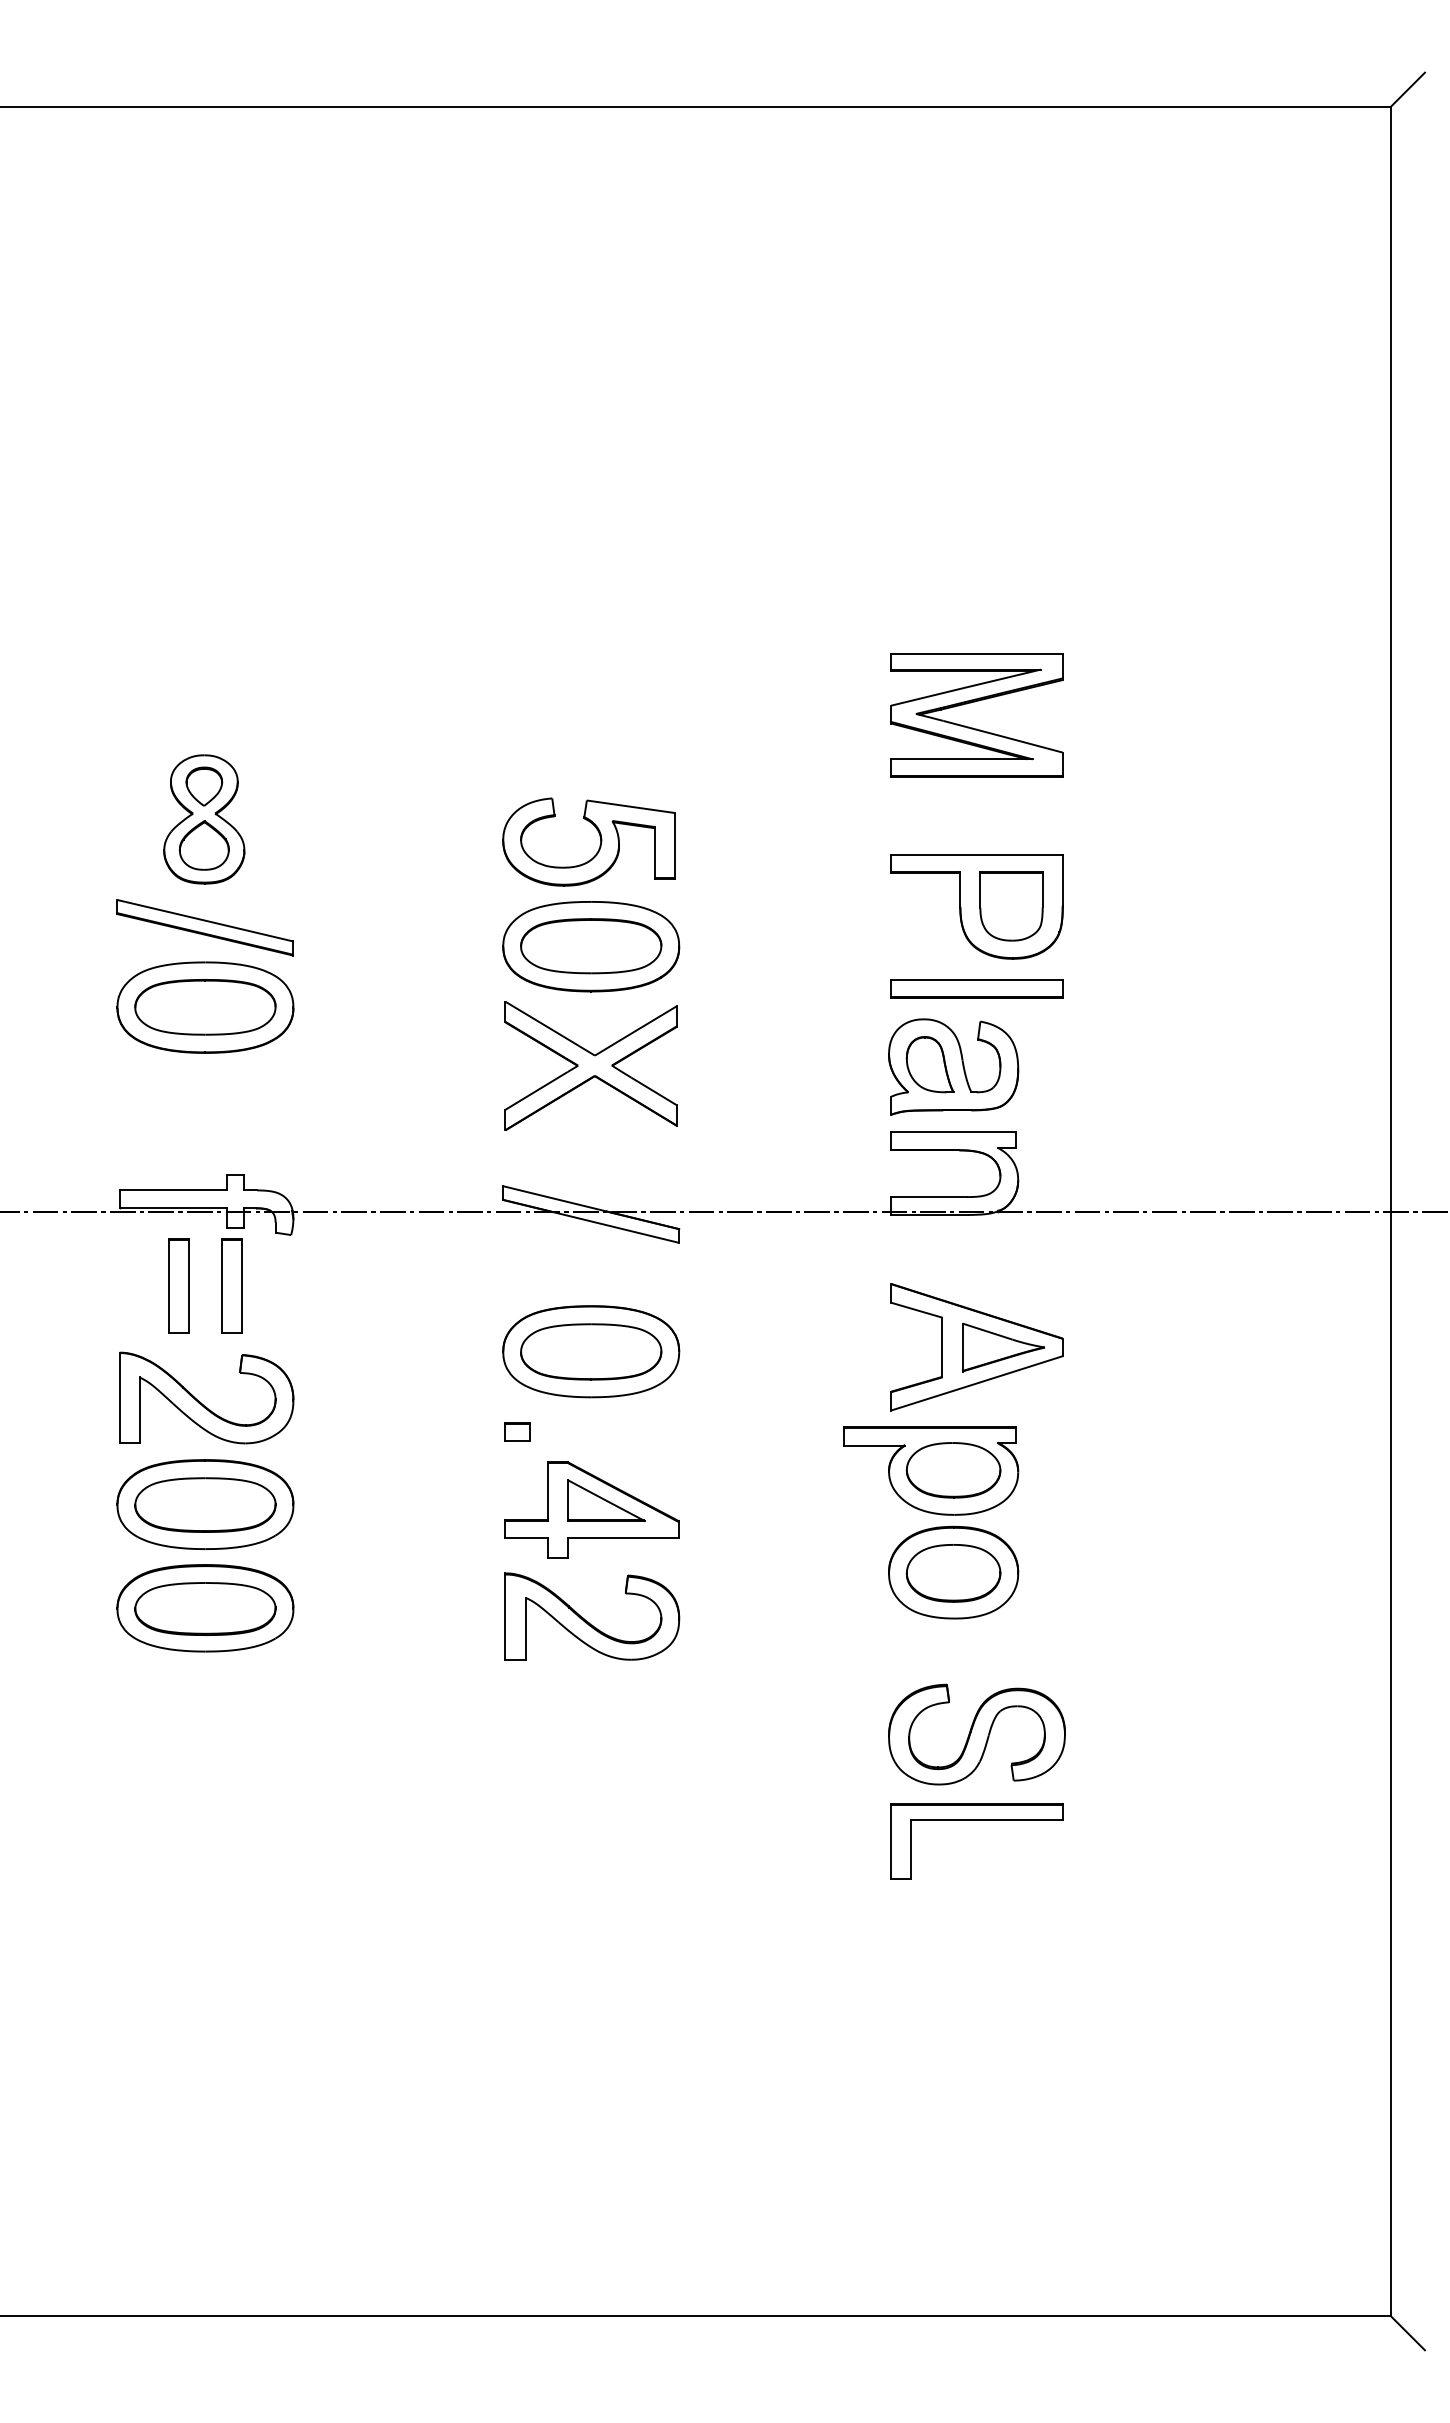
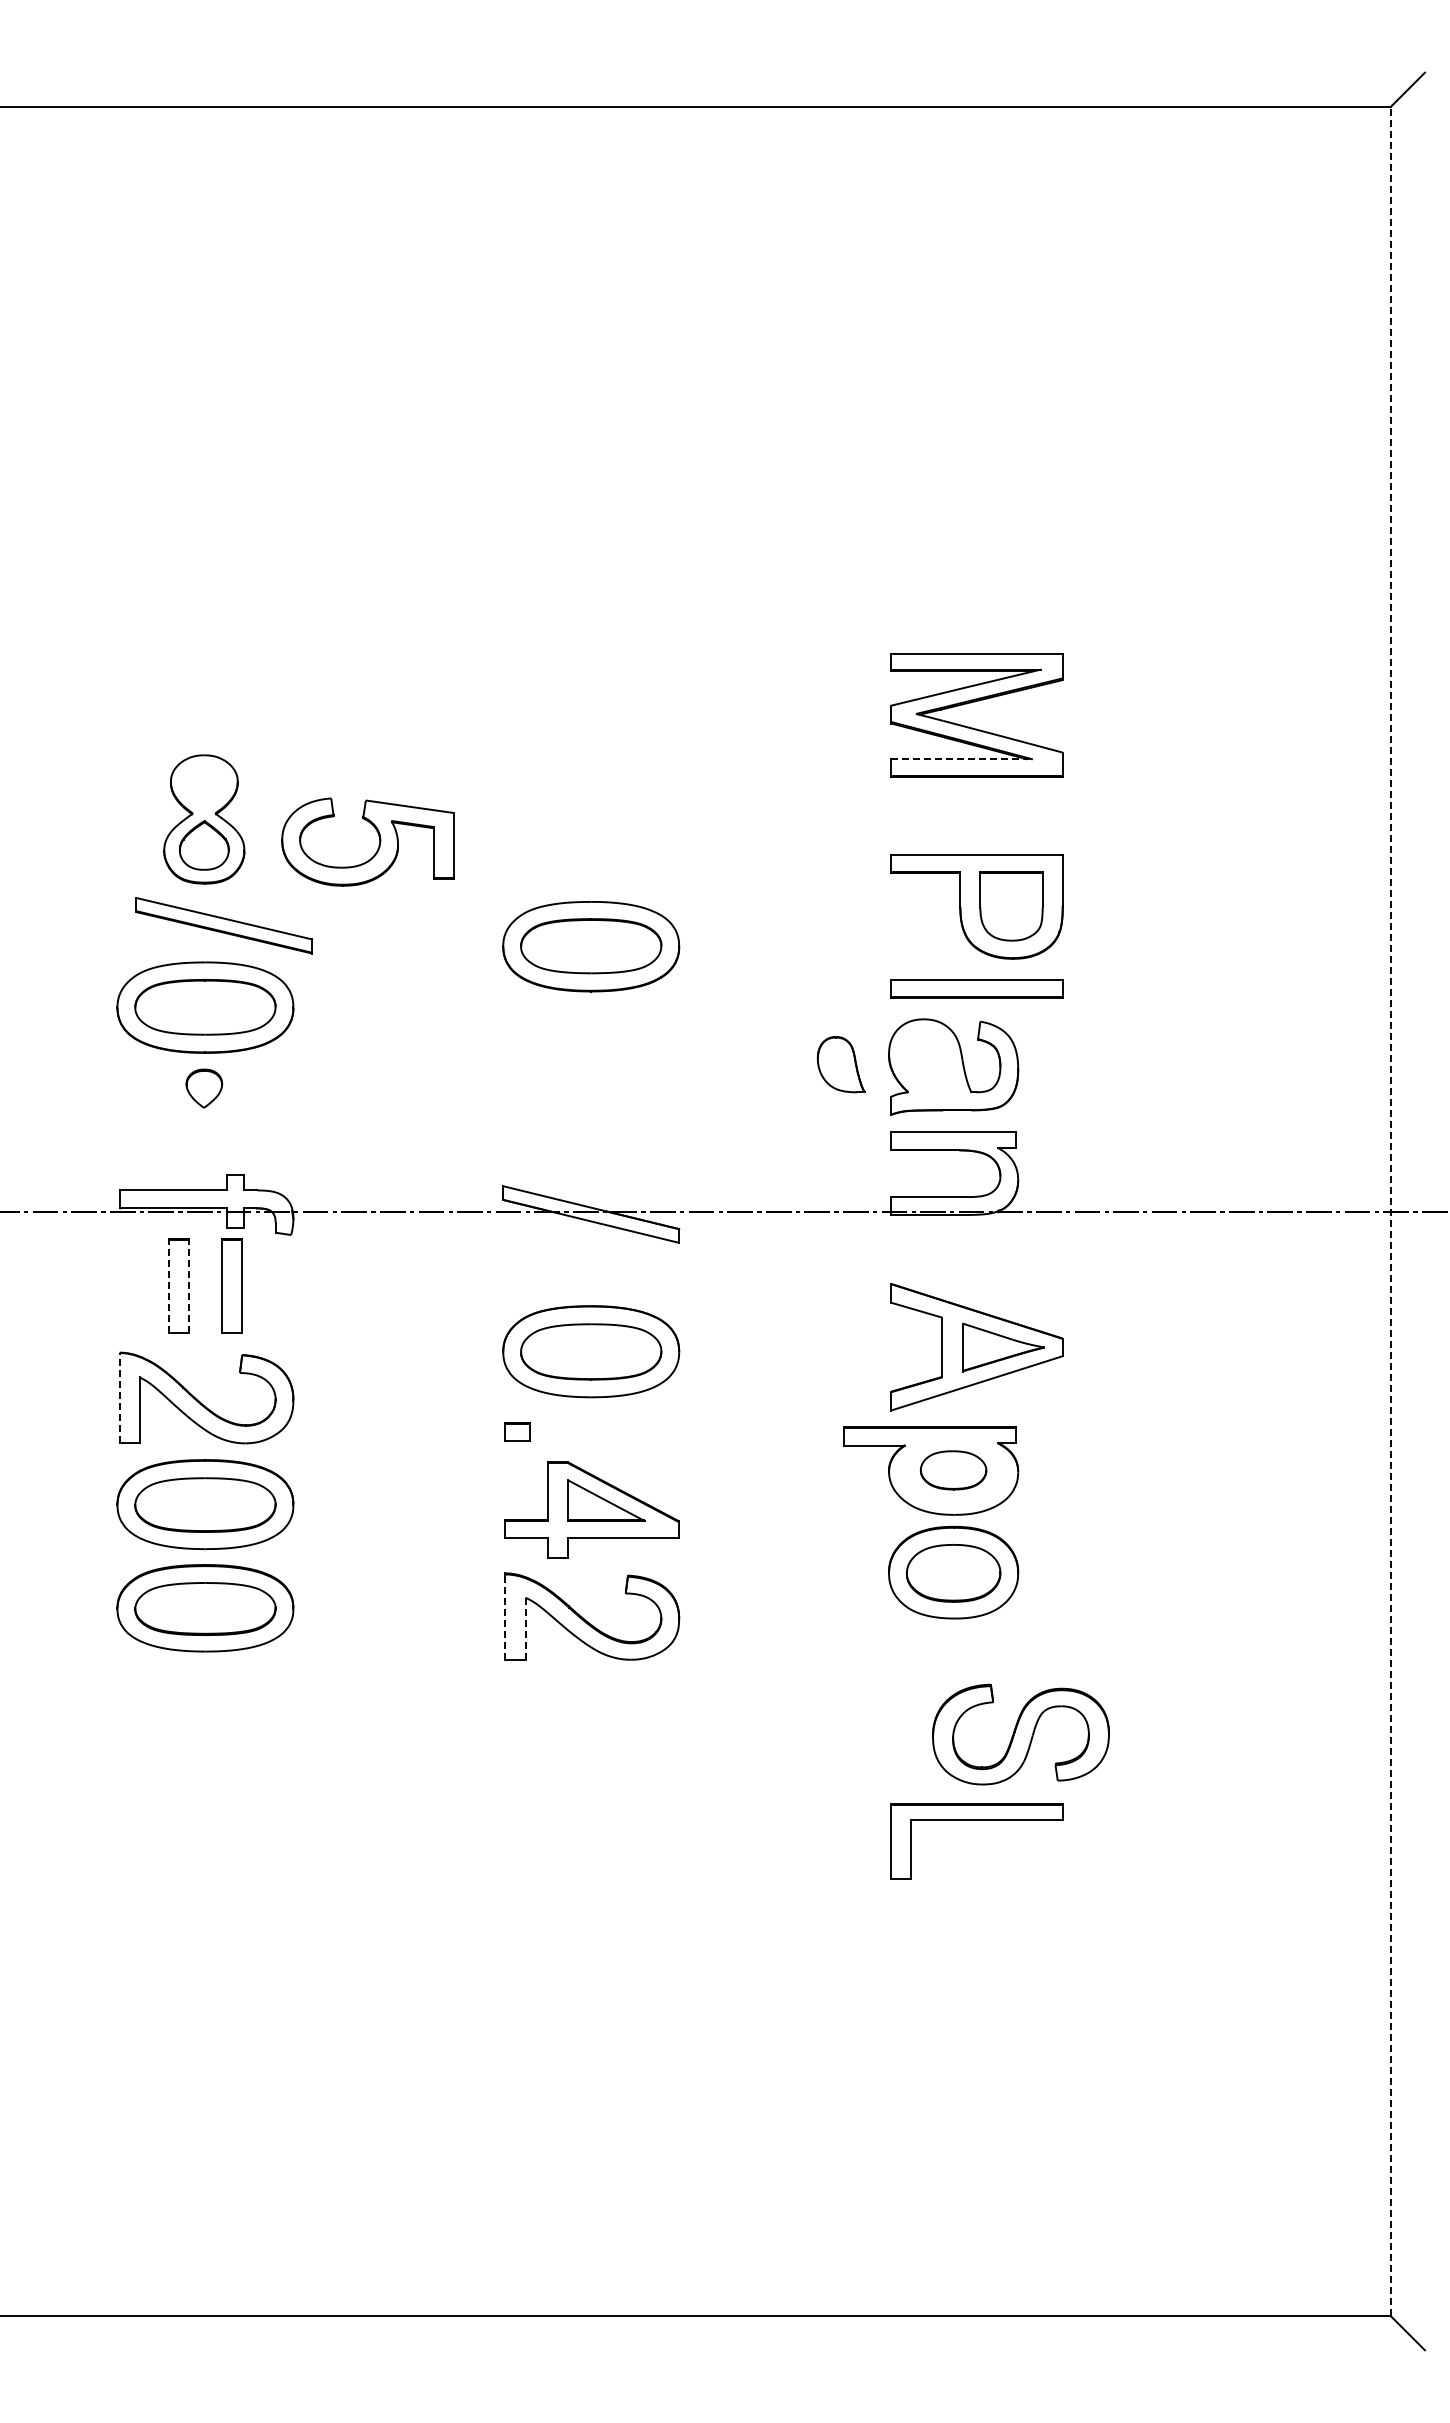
line at (962, 759): solid -> dashed
part at (204, 786) position: (204, 786) -> (204, 1088)
part at (599, 845) position: (599, 845) -> (378, 845)
part at (204, 927) position: (204, 927) -> (223, 925)
part at (929, 1064) position: (929, 1064) -> (840, 1064)
part at (590, 1065): present -> none
line at (1390, 1211): solid -> dashed
line at (168, 1286): solid -> dashed
line at (188, 1286): solid -> dashed
line at (119, 1397): solid -> dashed
part at (953, 1470) size: 97x57 px -> 69x41 px
line at (505, 1617): solid -> dashed
line at (525, 1628): solid -> dashed
part at (976, 1734) position: (976, 1734) -> (1020, 1734)
